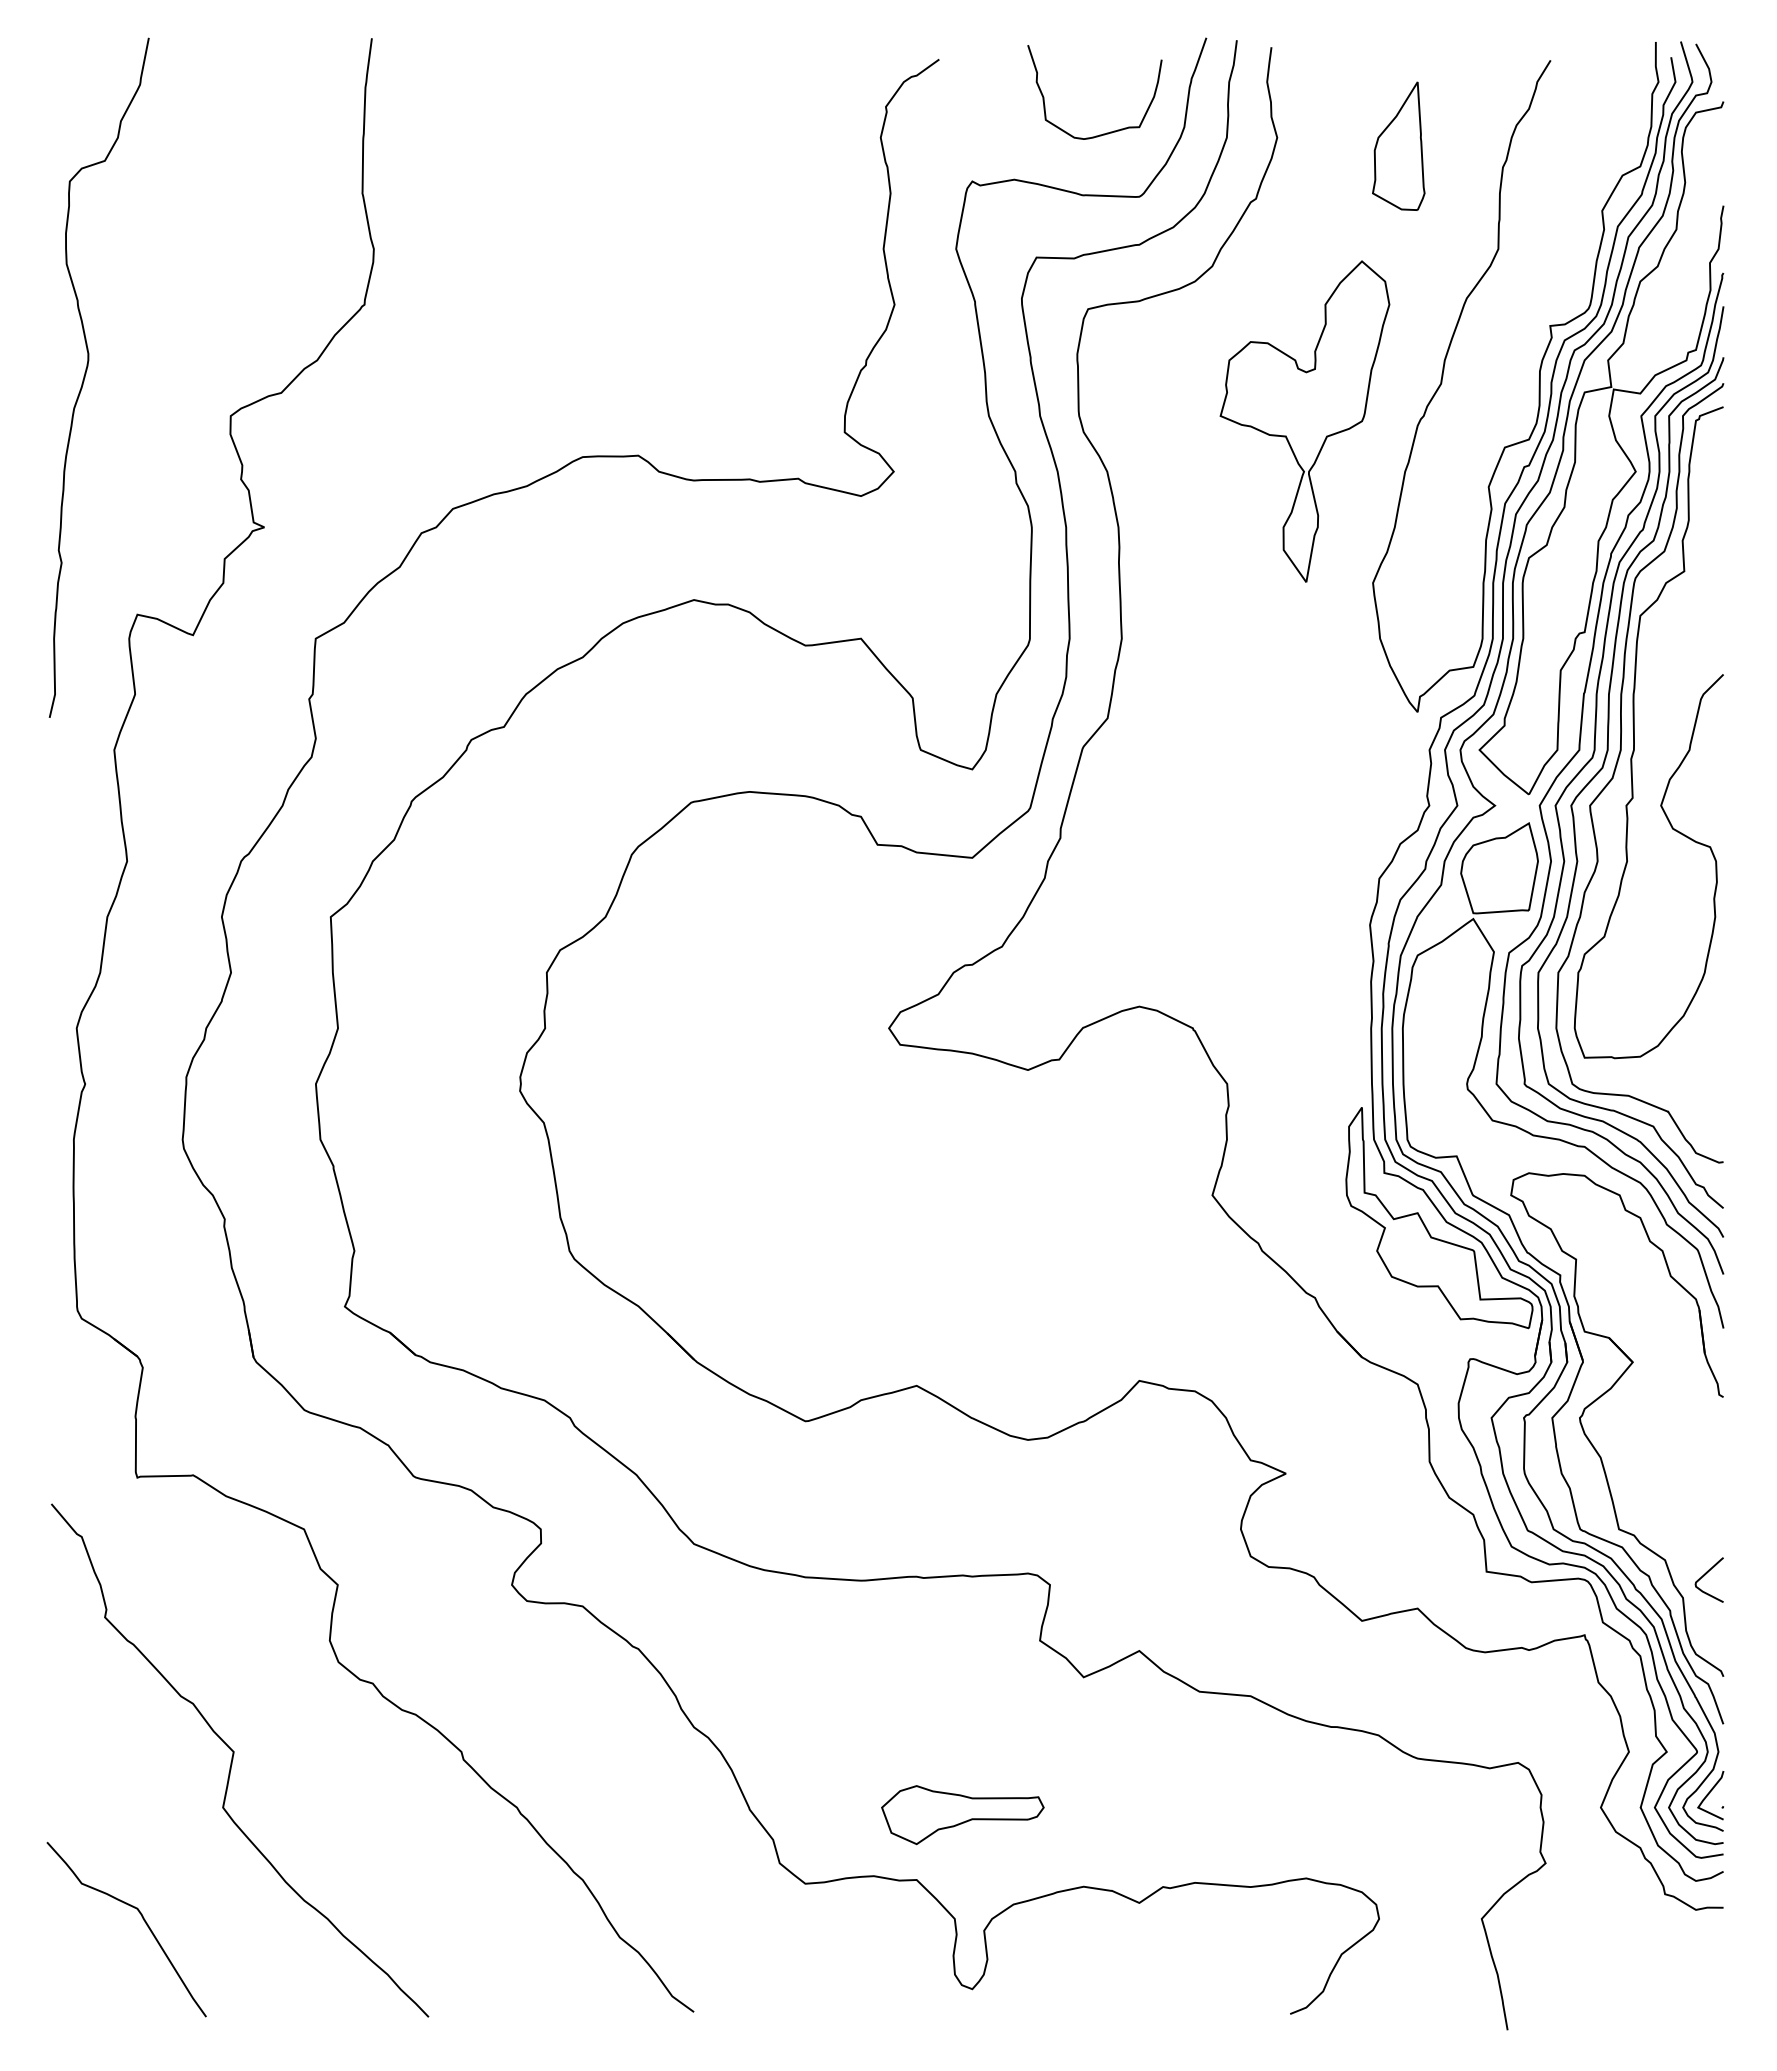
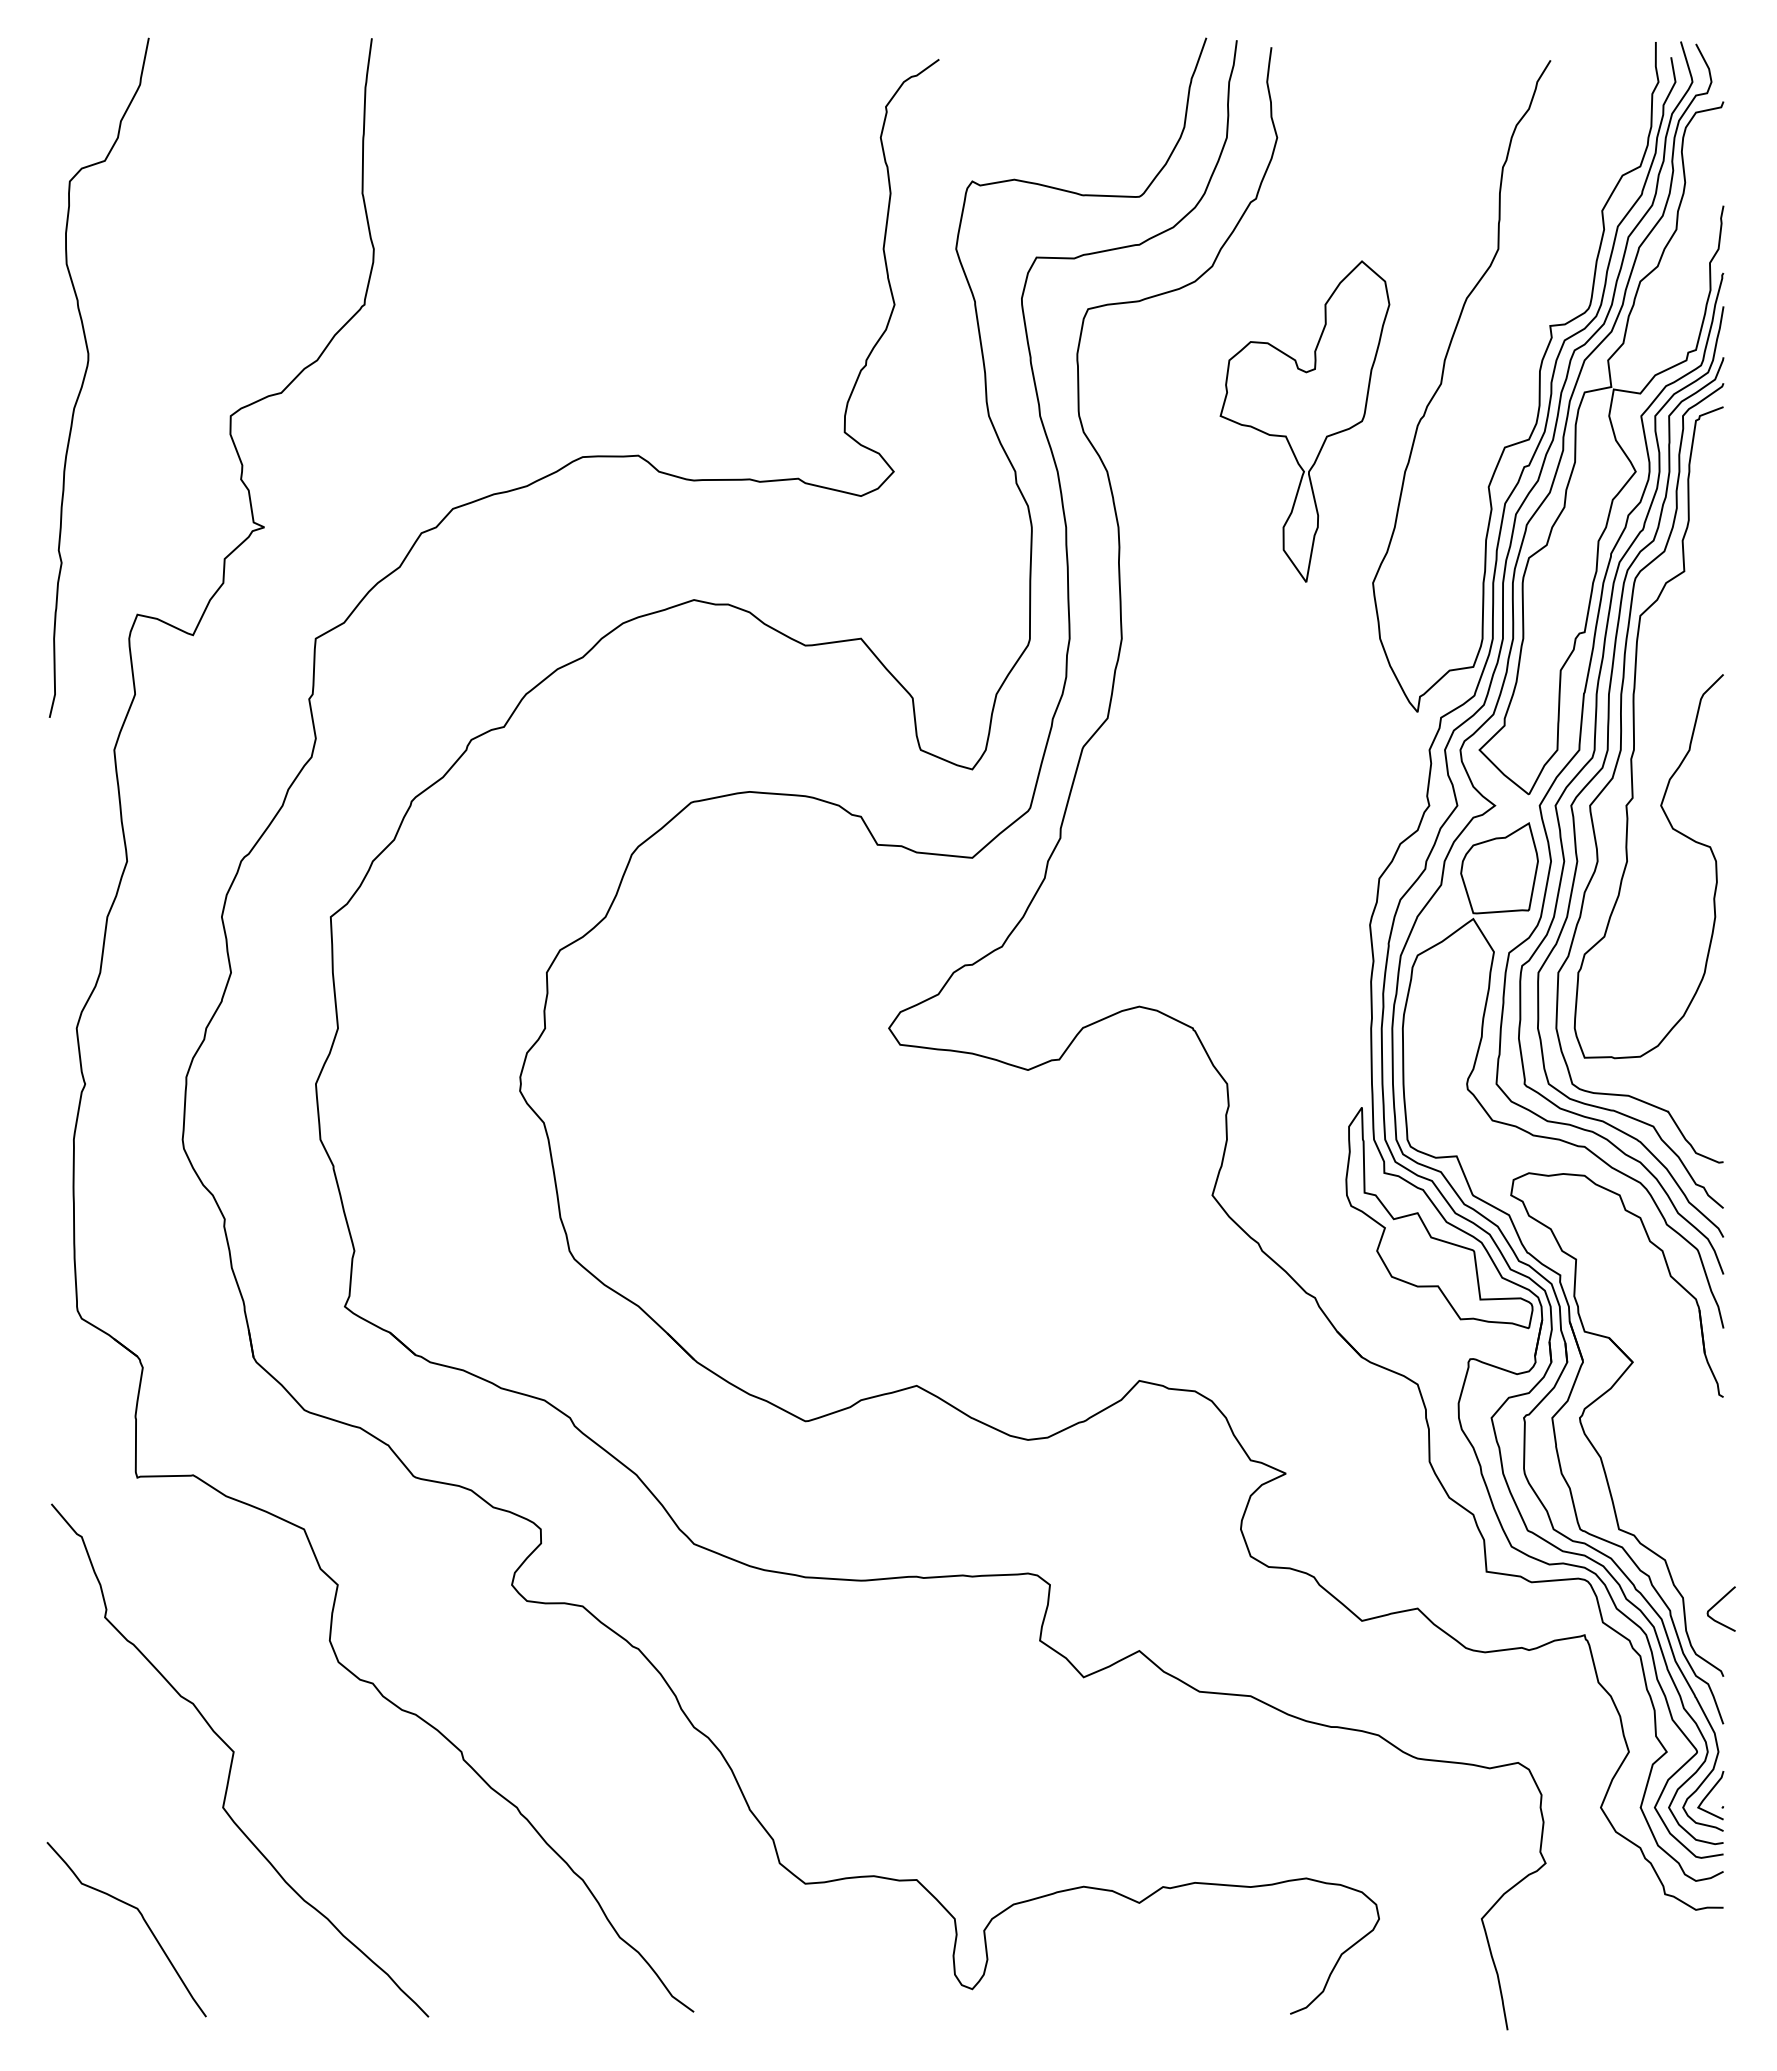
curve at (1106, 132): present -> none
part at (1398, 145): present -> none
curve at (1705, 1575) position: (1705, 1575) -> (1717, 1604)
part at (962, 1815): present -> none
